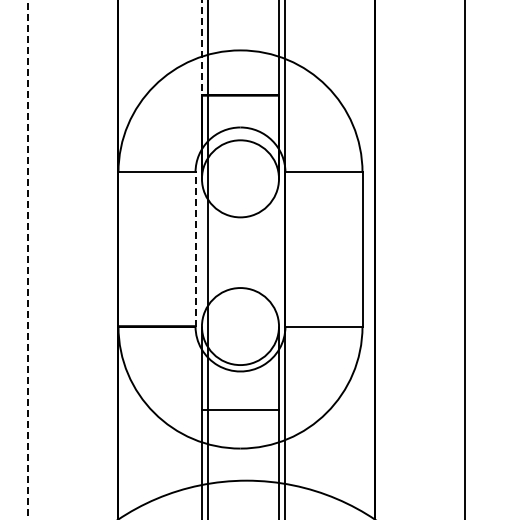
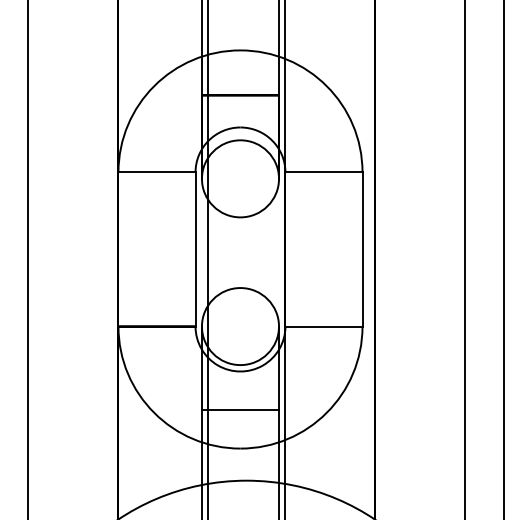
line at (201, 48): dashed -> solid
line at (195, 249): dashed -> solid
line at (503, 259): none -> present
line at (28, 260): dashed -> solid
